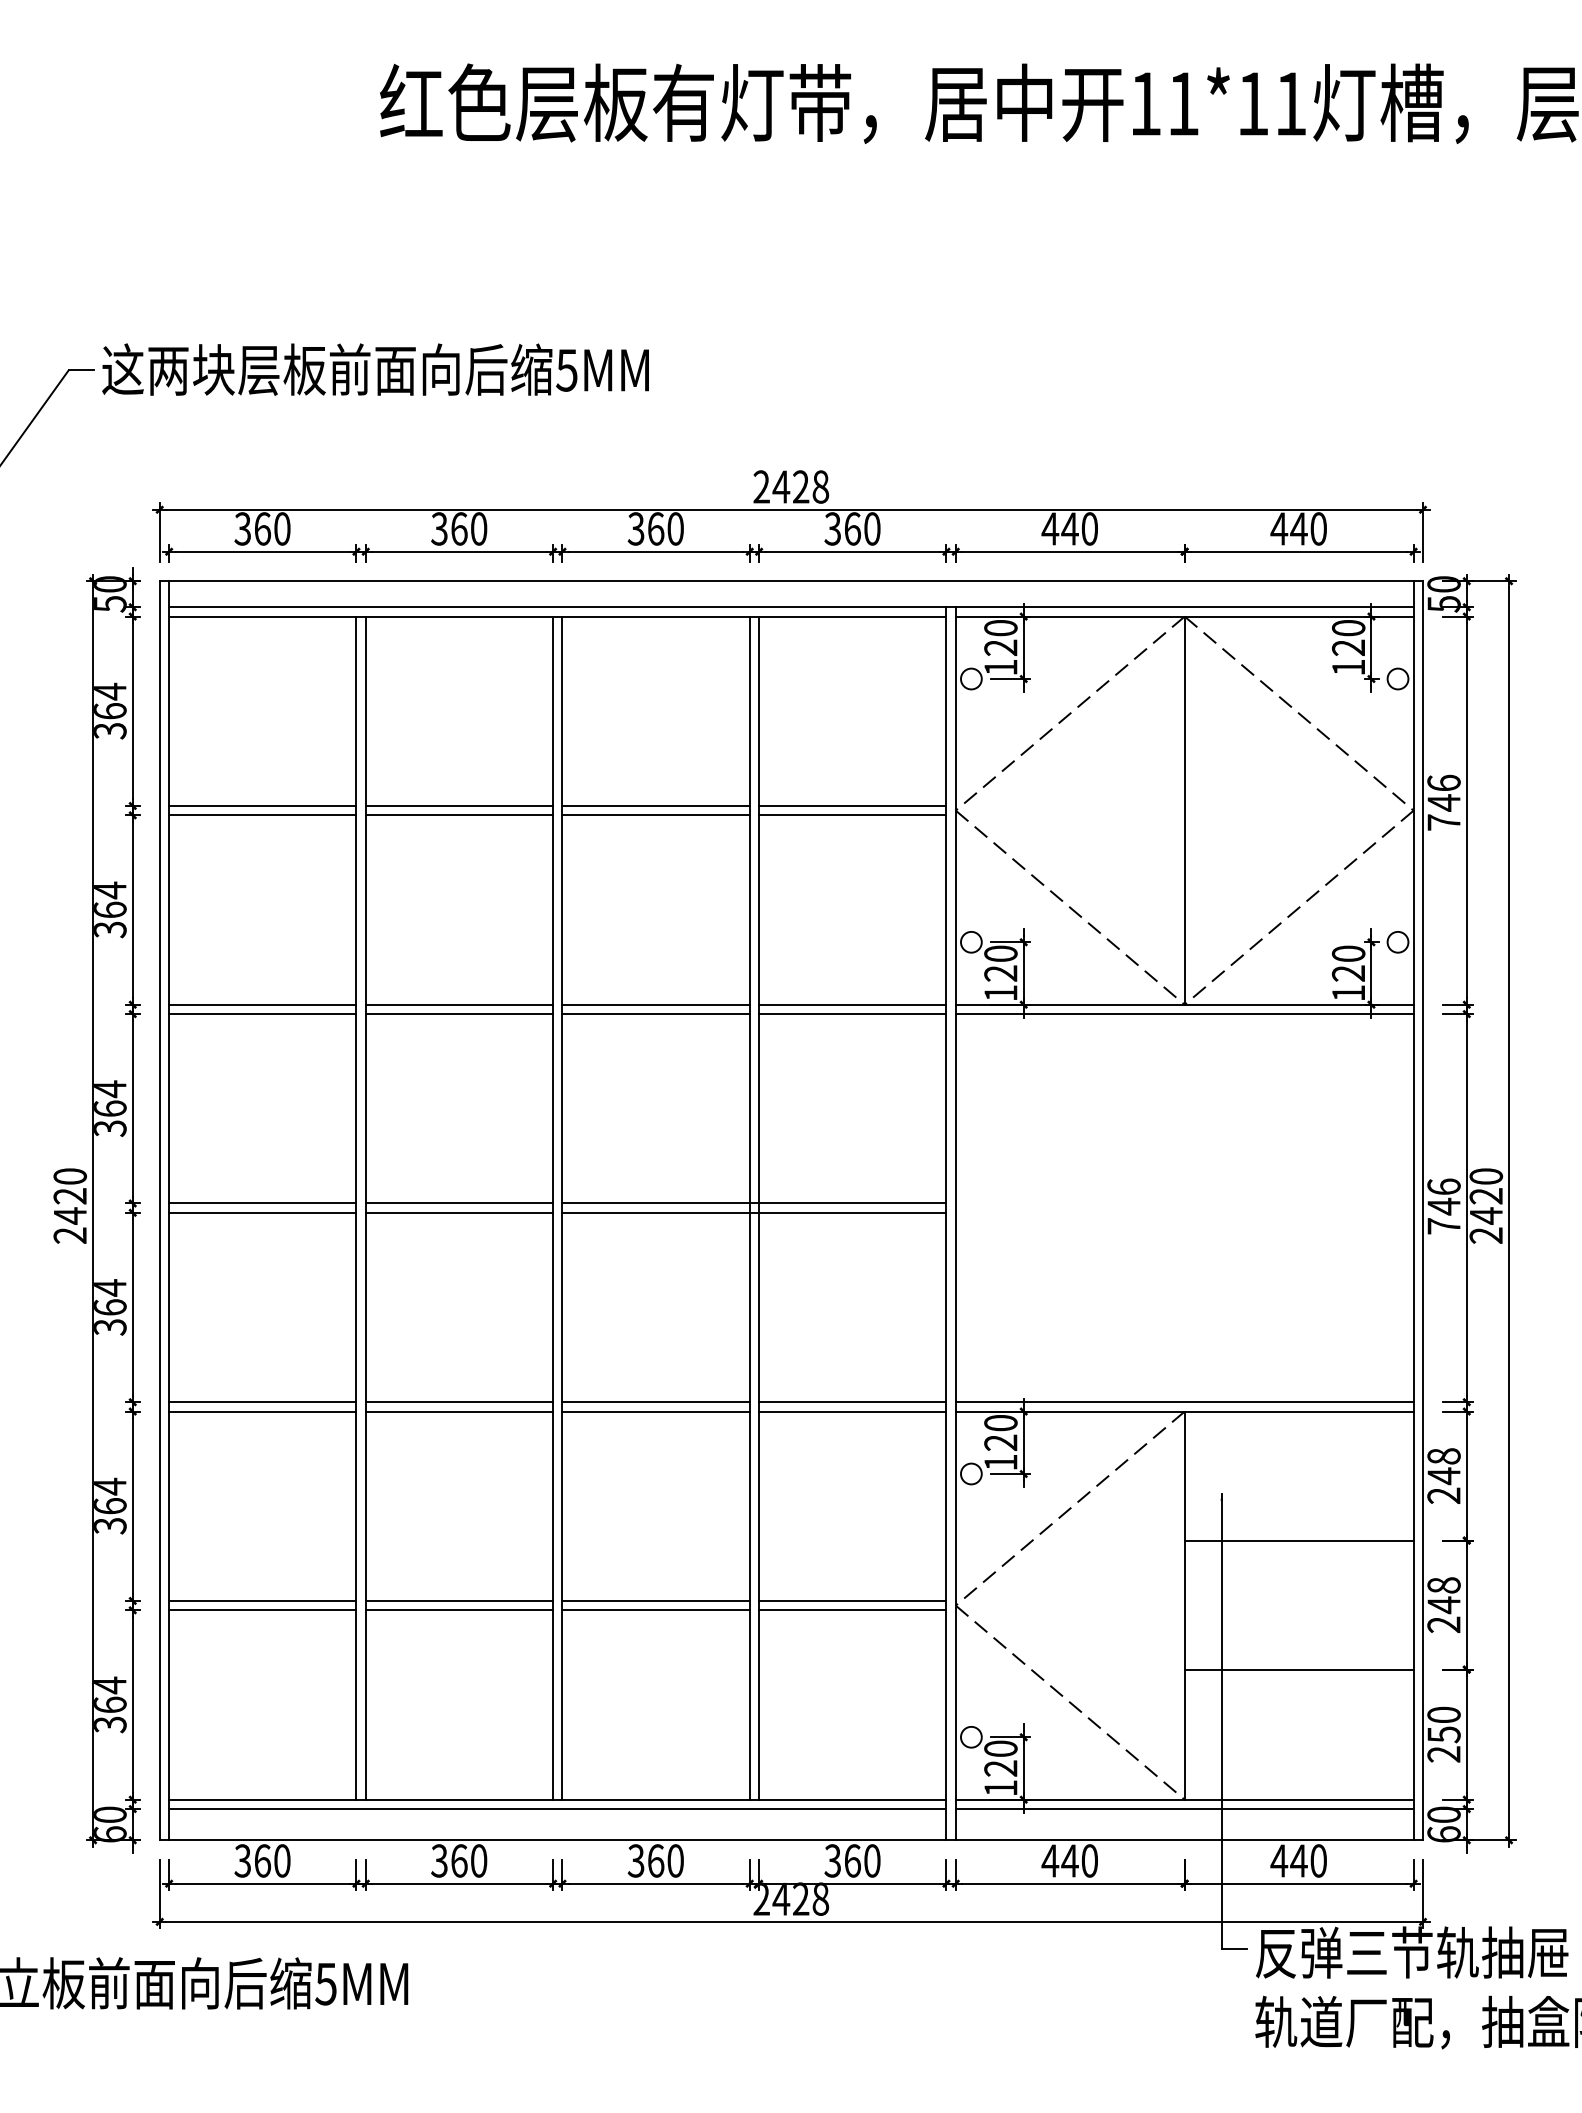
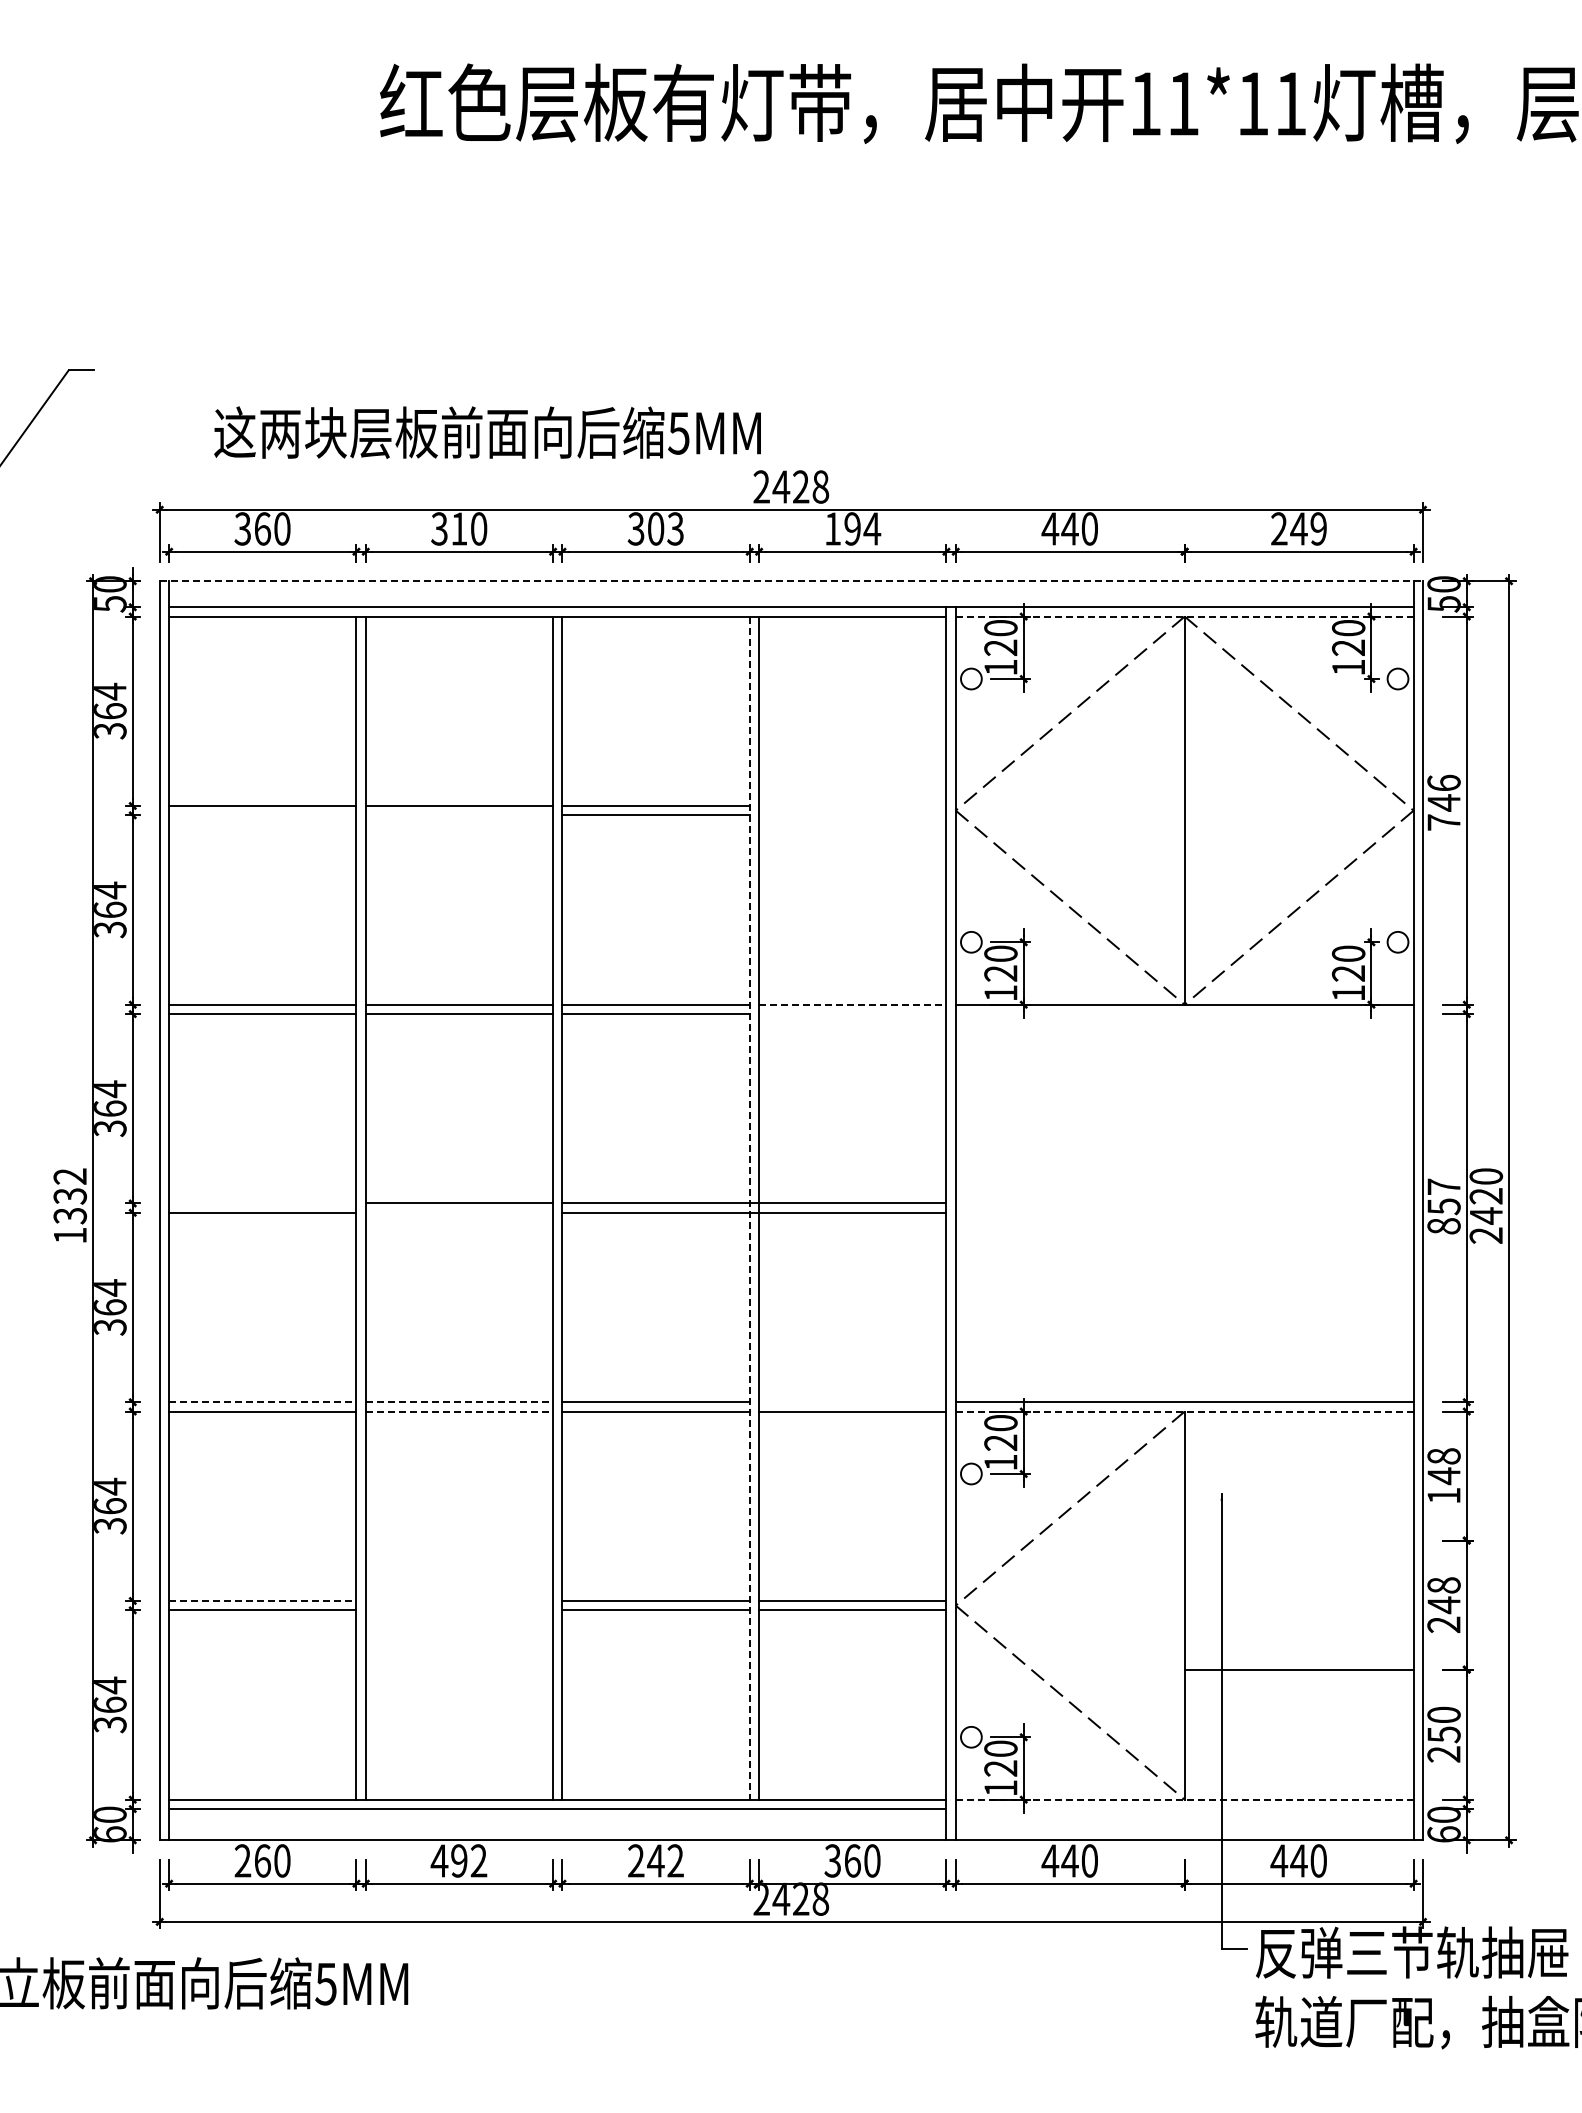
text at (375, 369) position: (375, 369) -> (487, 432)
text at (459, 528): 360 -> 310
text at (665, 528): 360 -> 303
text at (852, 528): 360 -> 194
text at (1298, 528): 440 -> 249
line at (791, 581): solid -> dashed
line at (1184, 616): solid -> dashed
line at (852, 805): present -> none
line at (262, 815): present -> none
line at (459, 815): present -> none
line at (852, 815): present -> none
line at (852, 1004): solid -> dashed
line at (852, 1014): present -> none
line at (1184, 1014): present -> none
line at (262, 1203): present -> none
text at (70, 1205): 2420 -> 1332
text at (1443, 1206): 746 -> 857
line at (749, 1208): solid -> dashed
line at (459, 1212): present -> none
line at (262, 1402): solid -> dashed
line at (459, 1402): solid -> dashed
line at (852, 1402): present -> none
line at (459, 1411): solid -> dashed
line at (1184, 1411): solid -> dashed
text at (1443, 1495): 248 -> 148
line at (1298, 1540): present -> none
line at (262, 1600): solid -> dashed
line at (459, 1600): present -> none
line at (459, 1610): present -> none
line at (1184, 1799): solid -> dashed
line at (1184, 1809): present -> none
text at (242, 1860): 360 -> 260
text at (458, 1860): 360 -> 492
text at (655, 1860): 360 -> 242
